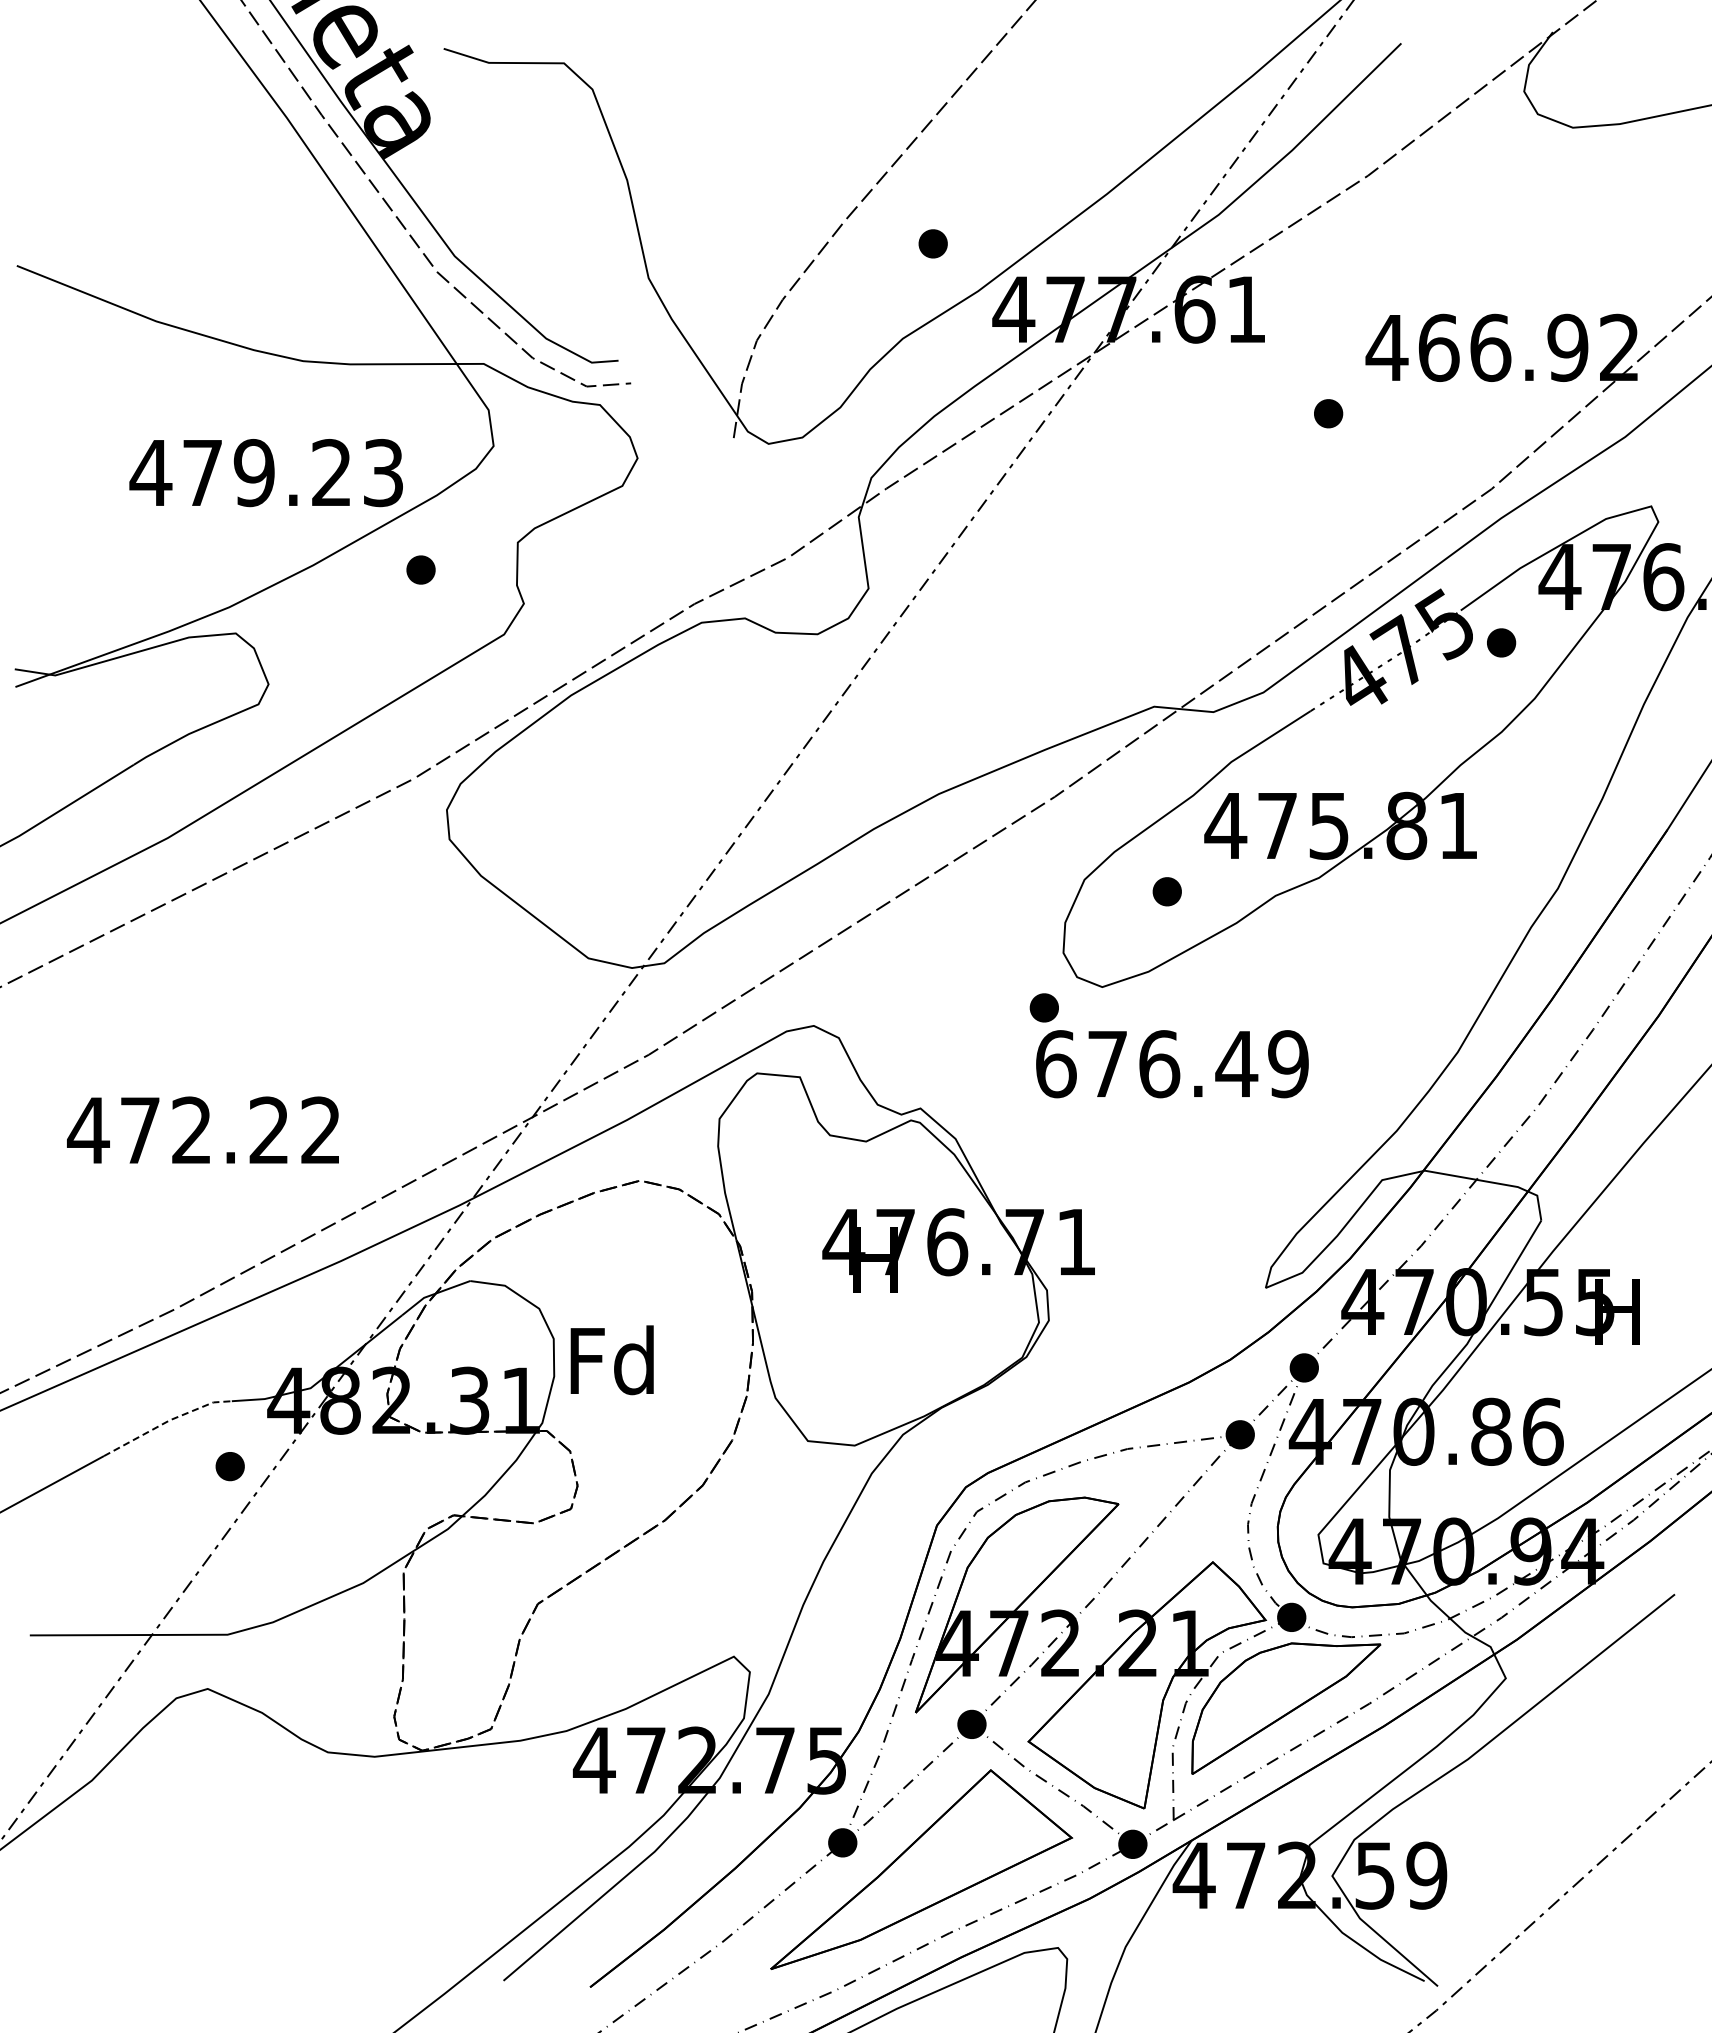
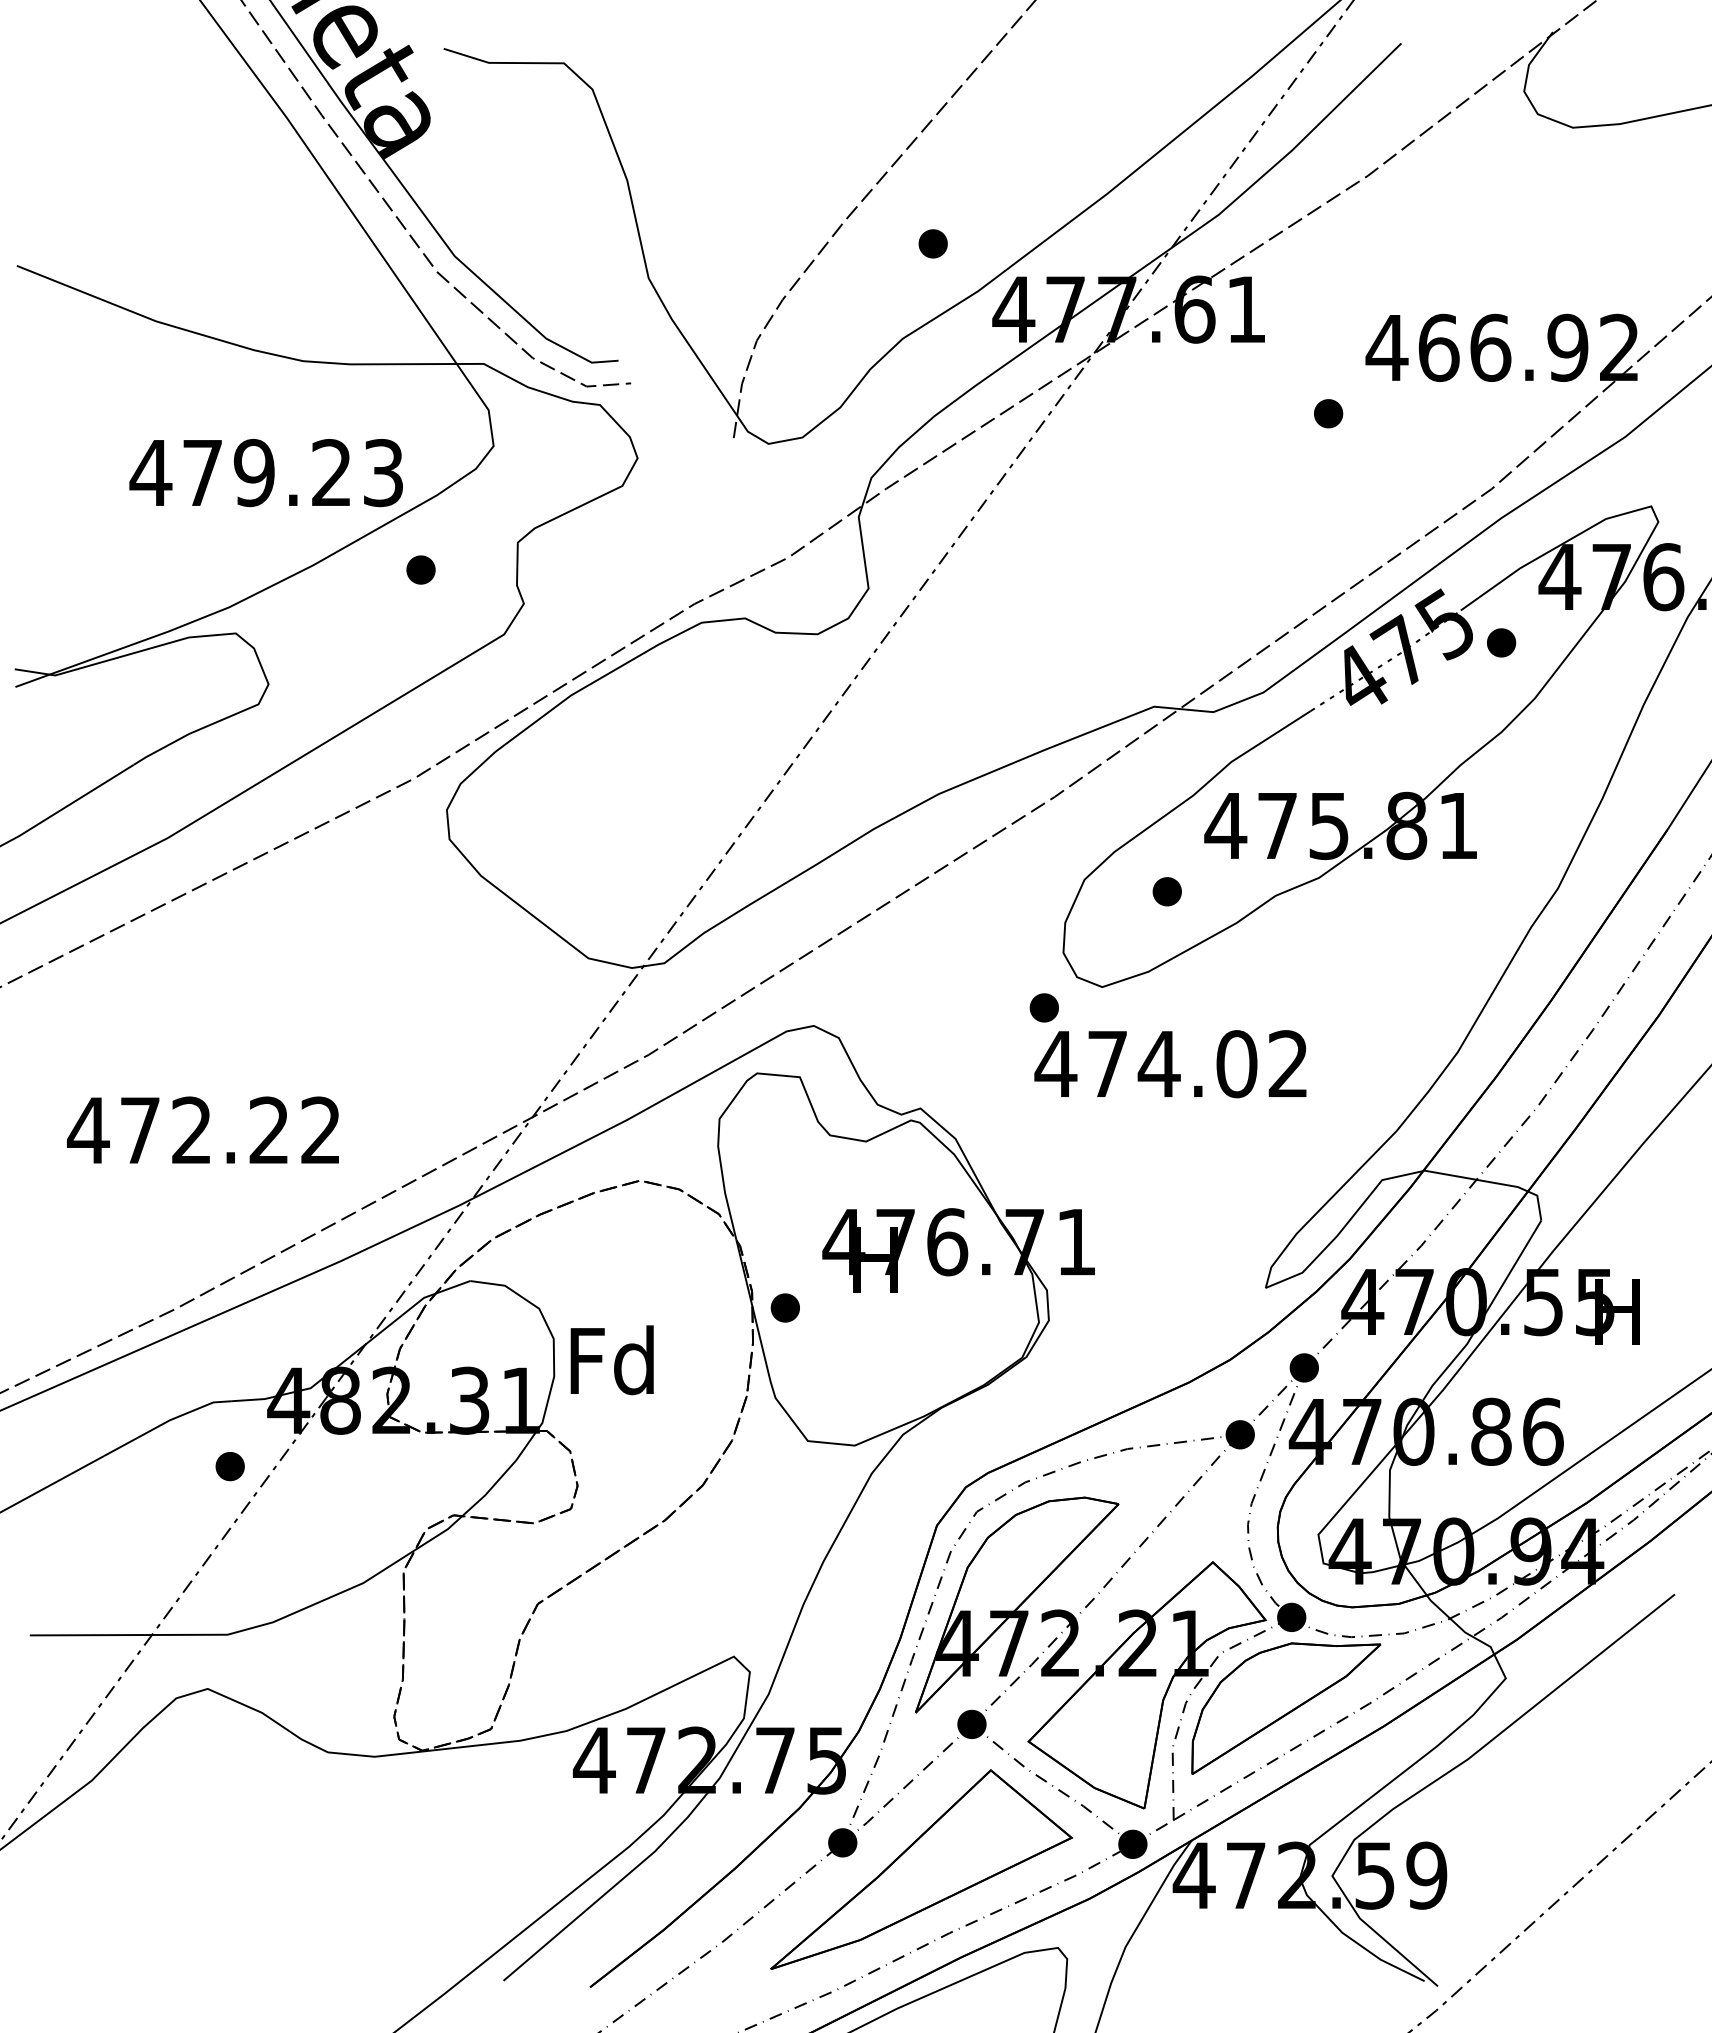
text at (1171, 1064): 676.49 -> 474.02
part at (784, 1307): none -> present
line at (167, 1421): dashed -> solid
